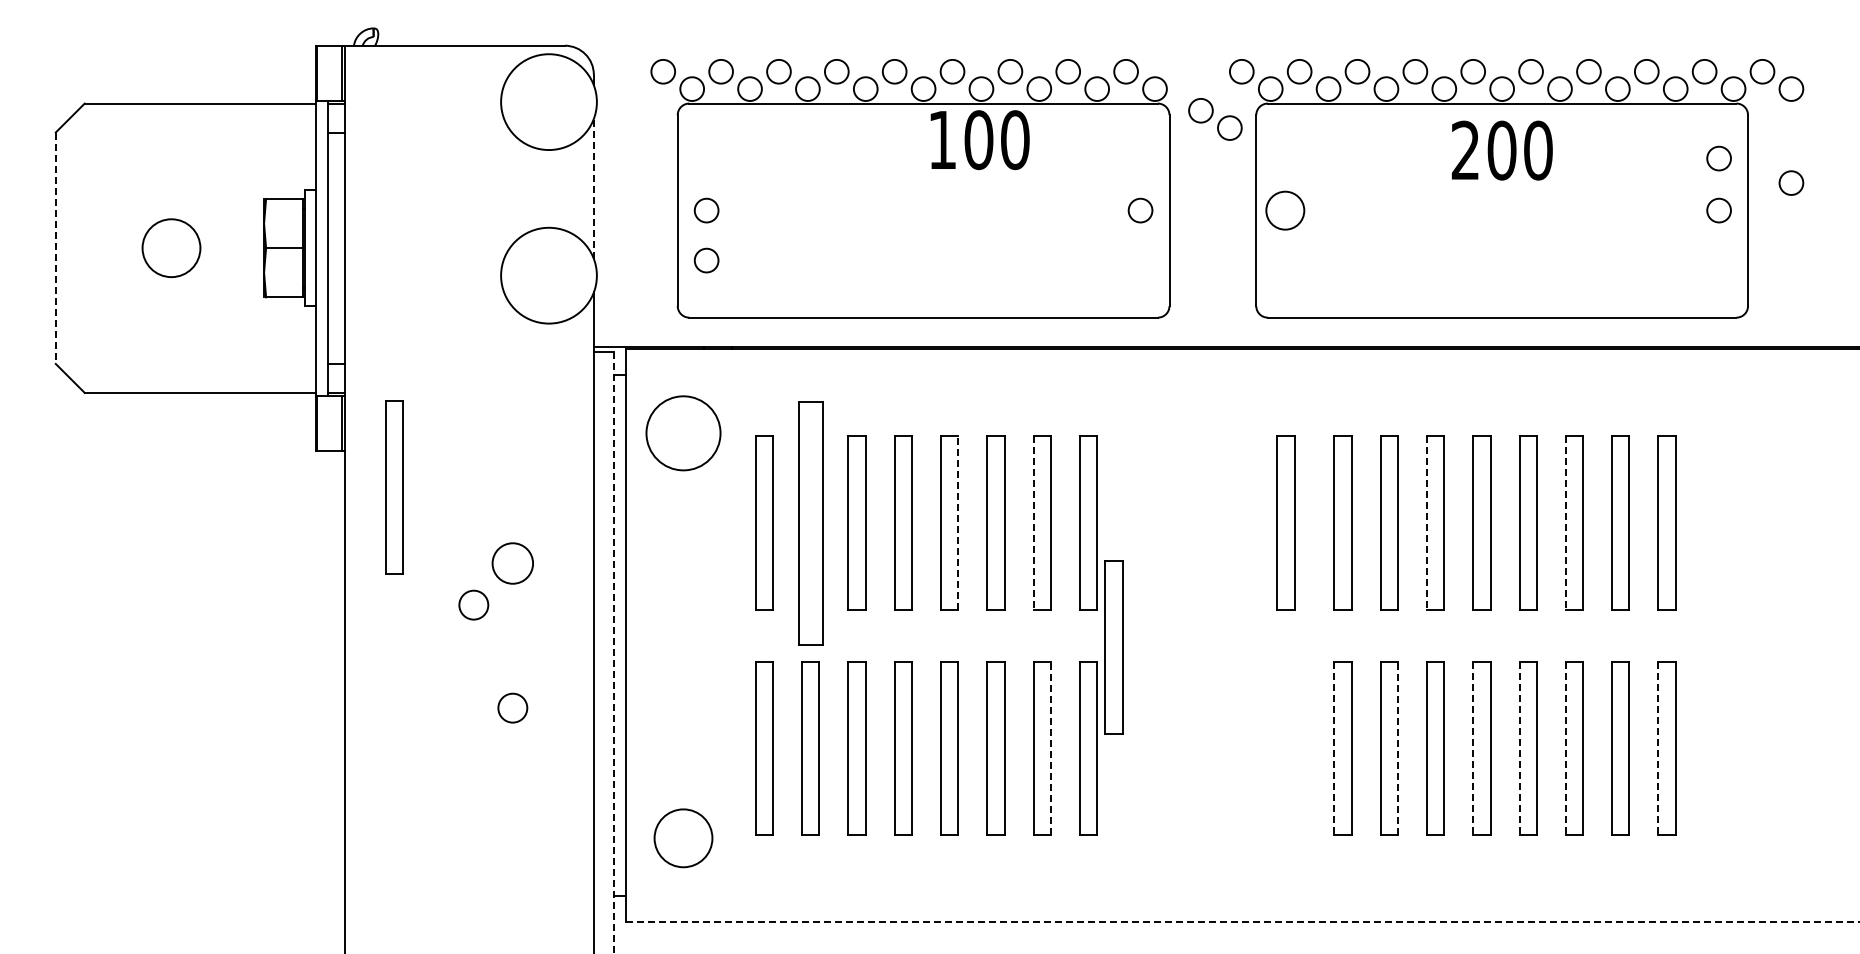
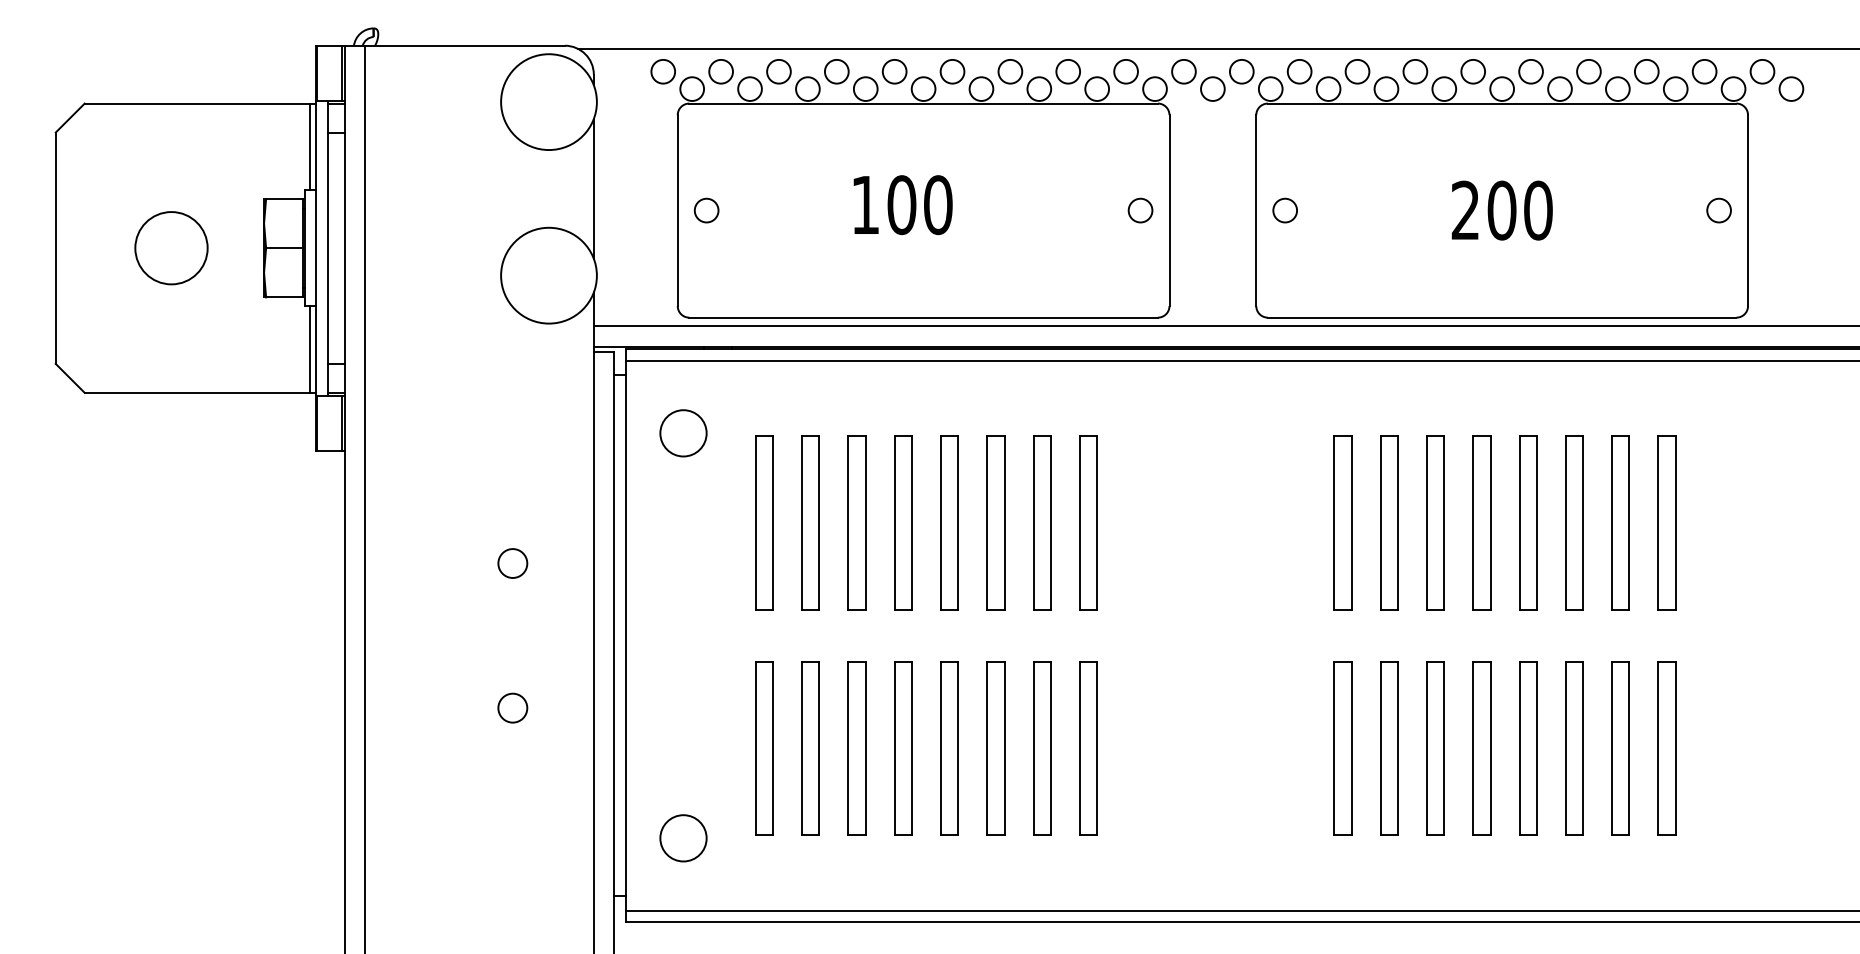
line at (1216, 48): none -> present
part at (1215, 119) position: (1215, 119) -> (1198, 80)
text at (979, 140) position: (979, 140) -> (902, 205)
line at (310, 146): none -> present
text at (1501, 150) position: (1501, 150) -> (1501, 210)
circle at (1718, 158): present -> none
circle at (1791, 182): present -> none
line at (593, 188): dashed -> solid
circle at (1285, 210) size: 41x41 px -> 26x27 px
line at (55, 248): dashed -> solid
circle at (171, 248) diameter: 58 px -> 72 px
circle at (706, 260): present -> none
line at (1224, 326): none -> present
line at (310, 349): none -> present
line at (1240, 361): none -> present
circle at (683, 433) diameter: 74 px -> 46 px
part at (394, 487): present -> none
line at (365, 497): none -> present
part at (1285, 522): present -> none
part at (810, 523) size: 26x245 px -> 19x176 px
line at (958, 523): dashed -> solid
line at (1033, 523): dashed -> solid
line at (1426, 523): dashed -> solid
line at (1565, 523): dashed -> solid
circle at (512, 563) diameter: 40 px -> 29 px
circle at (473, 604): present -> none
part at (1113, 647): present -> none
line at (614, 653): dashed -> solid
line at (1050, 748): dashed -> solid
line at (1334, 748): dashed -> solid
line at (1398, 748): dashed -> solid
line at (1473, 748): dashed -> solid
line at (1519, 748): dashed -> solid
line at (1565, 748): dashed -> solid
line at (1658, 748): dashed -> solid
circle at (683, 838) diameter: 58 px -> 46 px
line at (1240, 910): none -> present
line at (1243, 922): dashed -> solid
